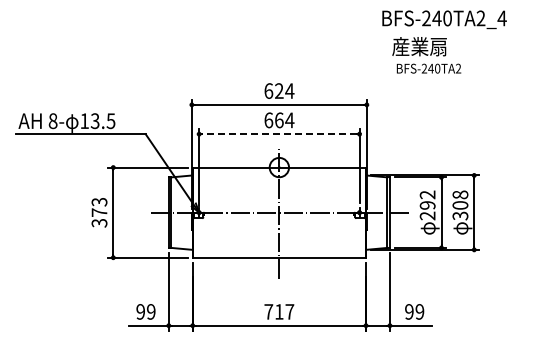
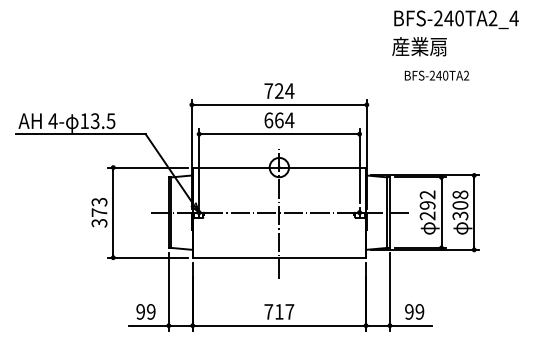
text at (444, 19) position: (444, 19) -> (456, 19)
text at (428, 68) position: (428, 68) -> (436, 75)
text at (268, 90): 624 -> 724
text at (52, 121): 8- -> 4-
line at (278, 134): dashed -> solid
